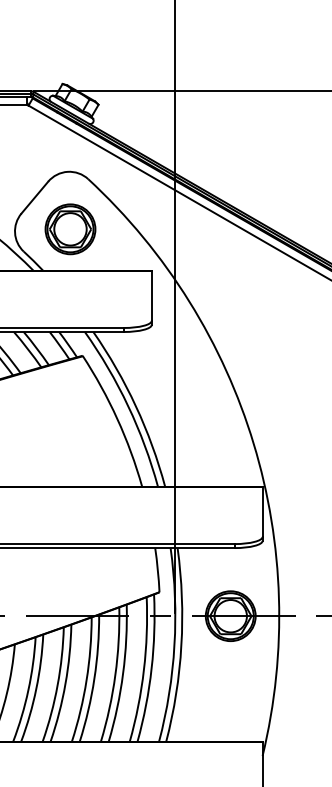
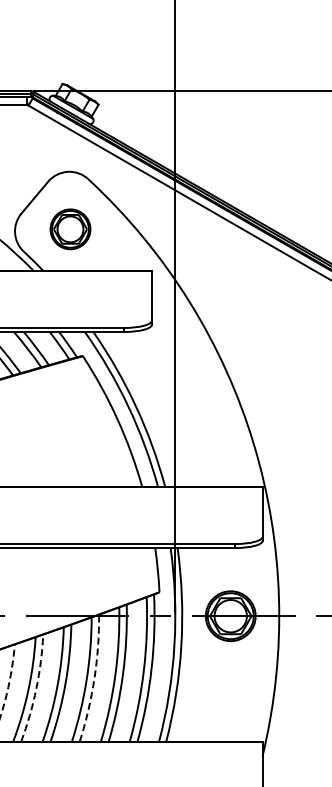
part at (70, 229) size: 53x53 px -> 43x43 px
arc at (94, 678): solid -> dashed
arc at (9, 681): solid -> dashed
arc at (36, 688): solid -> dashed
